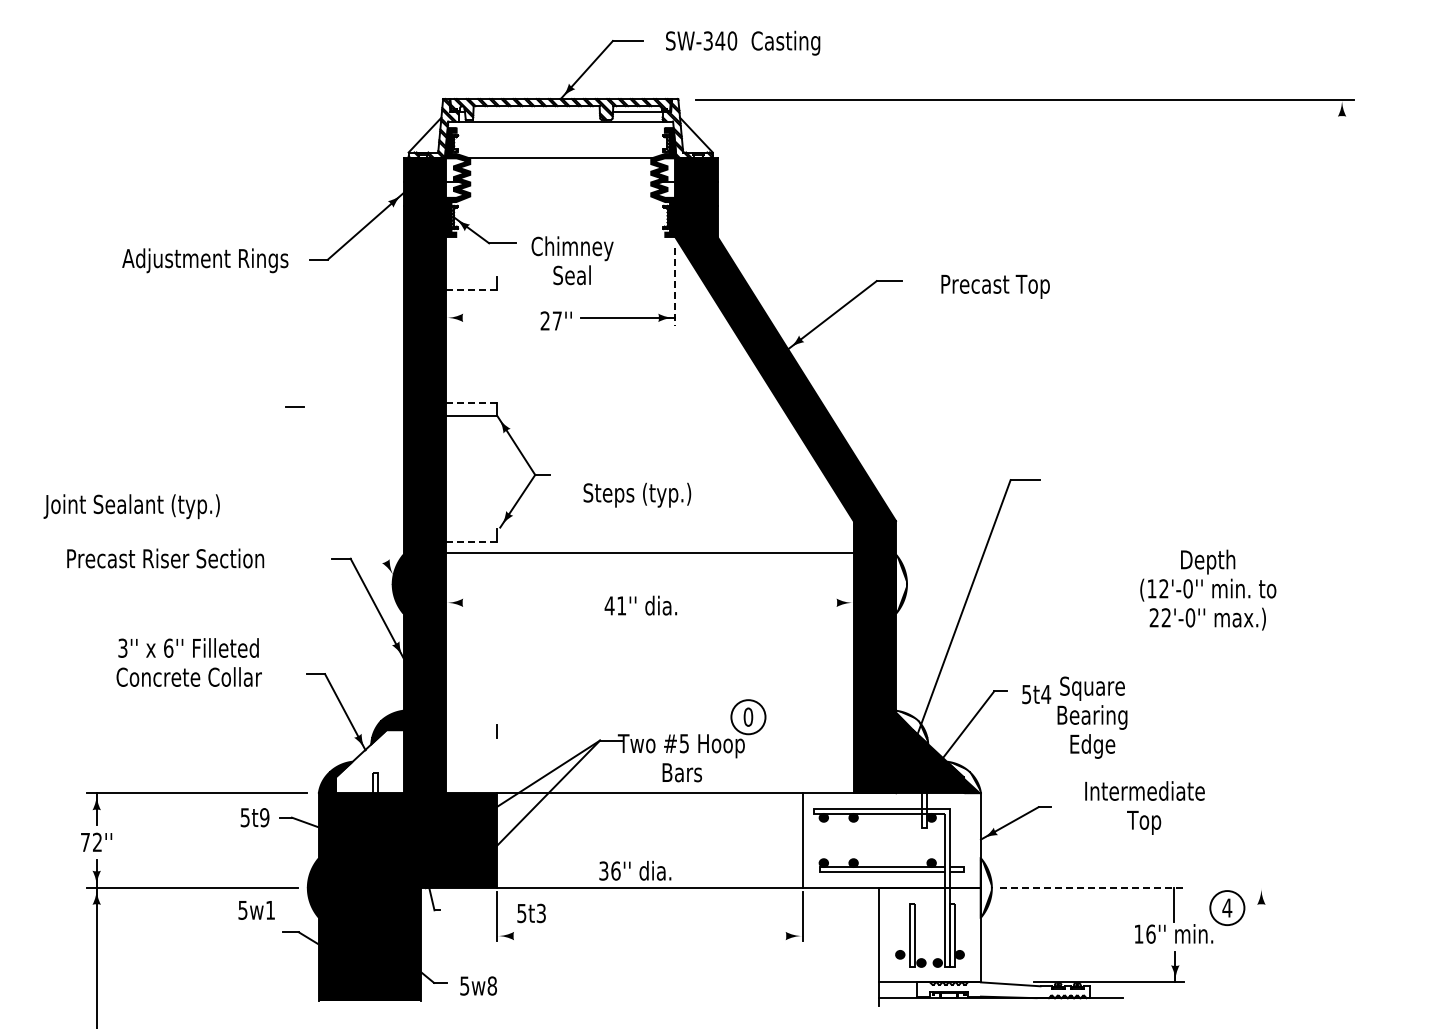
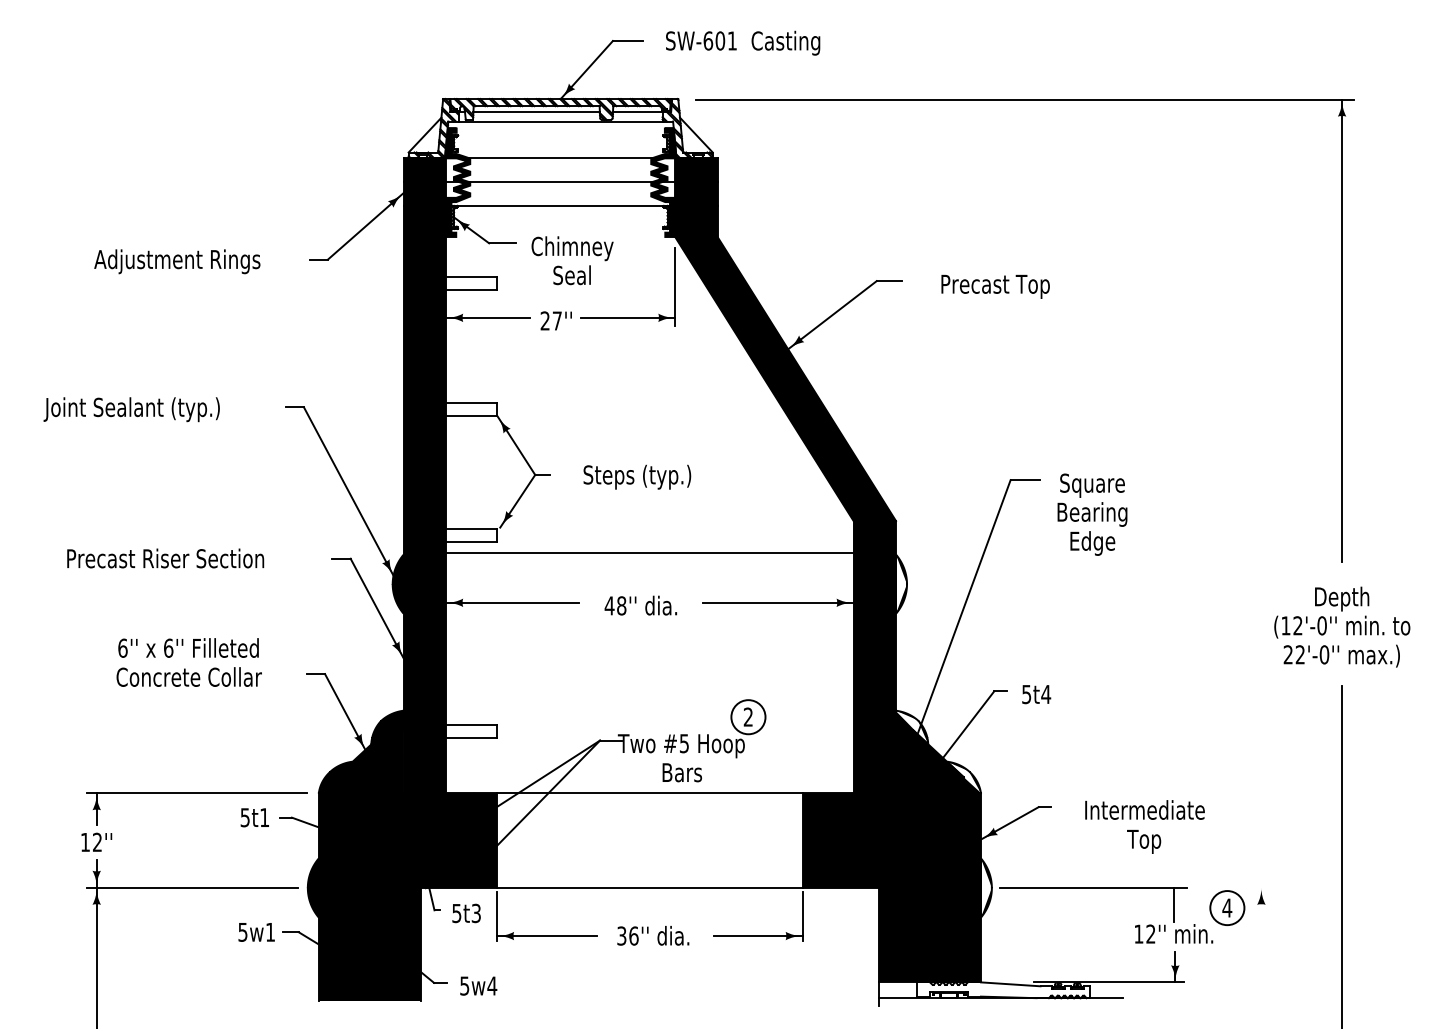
text at (720, 40): SW-340 -> SW-601
line at (536, 111): none -> present
line at (560, 182): none -> present
line at (560, 205): none -> present
text at (205, 260) position: (205, 260) -> (177, 261)
line at (471, 276): none -> present
line at (675, 287): dashed -> solid
line at (471, 290): dashed -> solid
line at (488, 317): none -> present
line at (1342, 330): none -> present
line at (471, 402): dashed -> solid
line at (348, 491): none -> present
text at (637, 494) position: (637, 494) -> (637, 476)
text at (131, 506) position: (131, 506) -> (131, 409)
line at (471, 528): none -> present
line at (471, 542): dashed -> solid
text at (1208, 589) position: (1208, 589) -> (1342, 626)
line at (512, 602): none -> present
line at (777, 602): none -> present
text at (621, 605): 41'' -> 48''
text at (122, 647): 3'' -> 6''
text at (748, 716): 0 -> 2
text at (1092, 717) position: (1092, 717) -> (1092, 514)
line at (471, 724): none -> present
line at (471, 737): none -> present
fill at (369, 761): none -> present
text at (1144, 807) position: (1144, 807) -> (1144, 826)
text at (264, 817): 5t9 -> 5t1
text at (85, 842): 72'' -> 12''
line at (1342, 855): none -> present
text at (635, 870) position: (635, 870) -> (653, 935)
fill at (891, 887): none -> present
line at (1093, 887): dashed -> solid
text at (256, 910) position: (256, 910) -> (256, 932)
text at (531, 913) position: (531, 913) -> (466, 913)
text at (1150, 933): 16'' -> 12''
line at (546, 936): none -> present
line at (758, 936): none -> present
text at (492, 985): 5w8 -> 5w4
